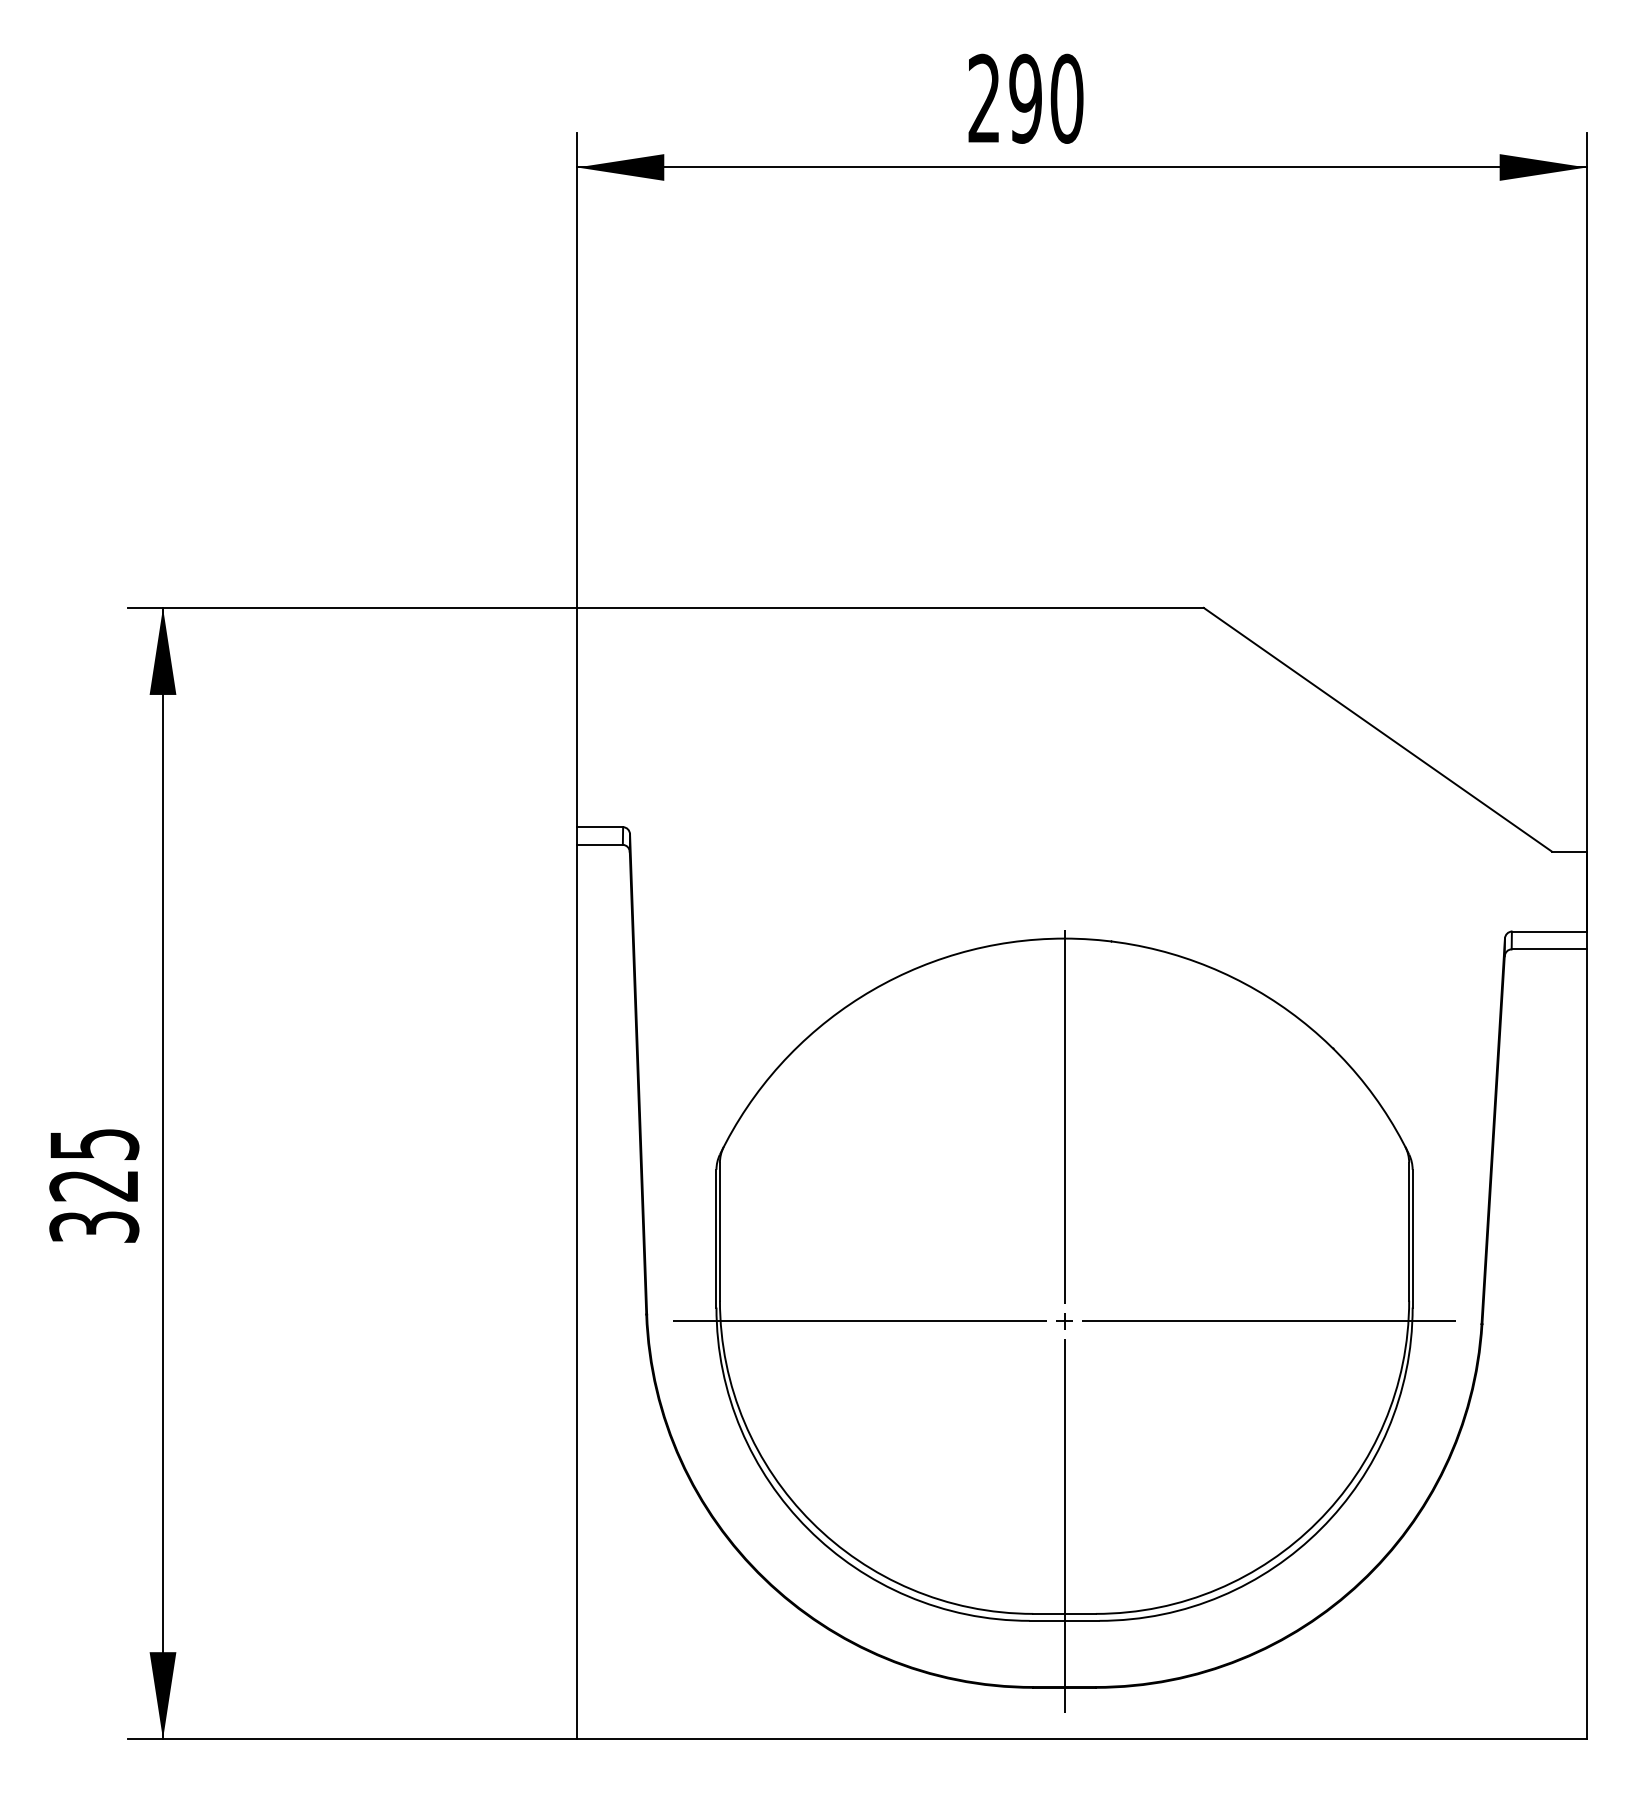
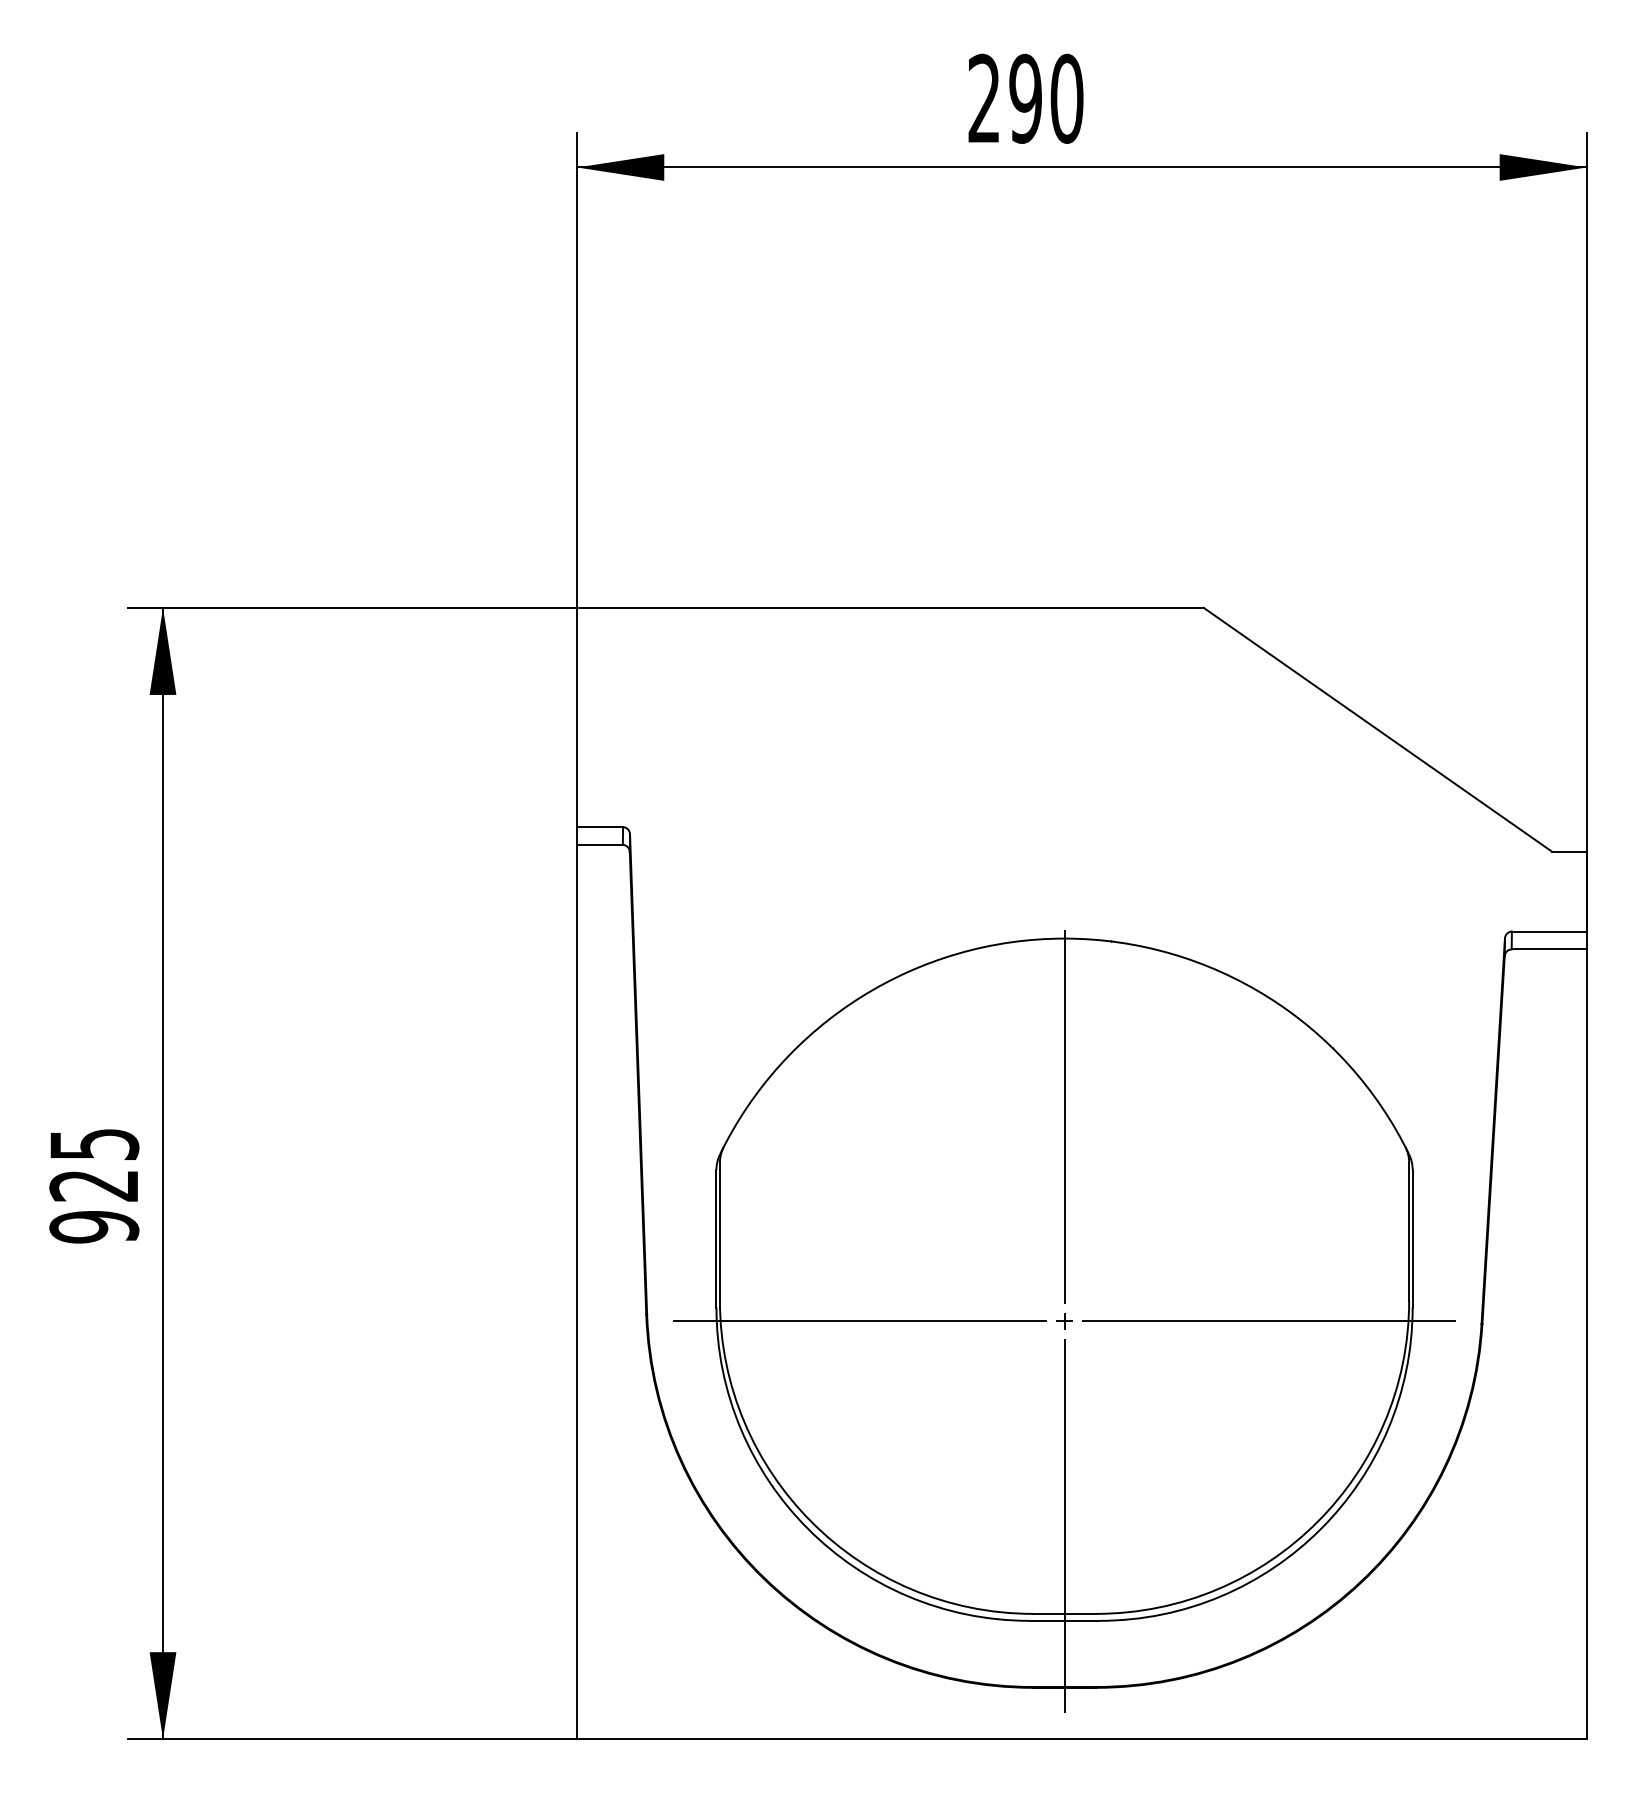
text at (94, 1227): 325 -> 925
